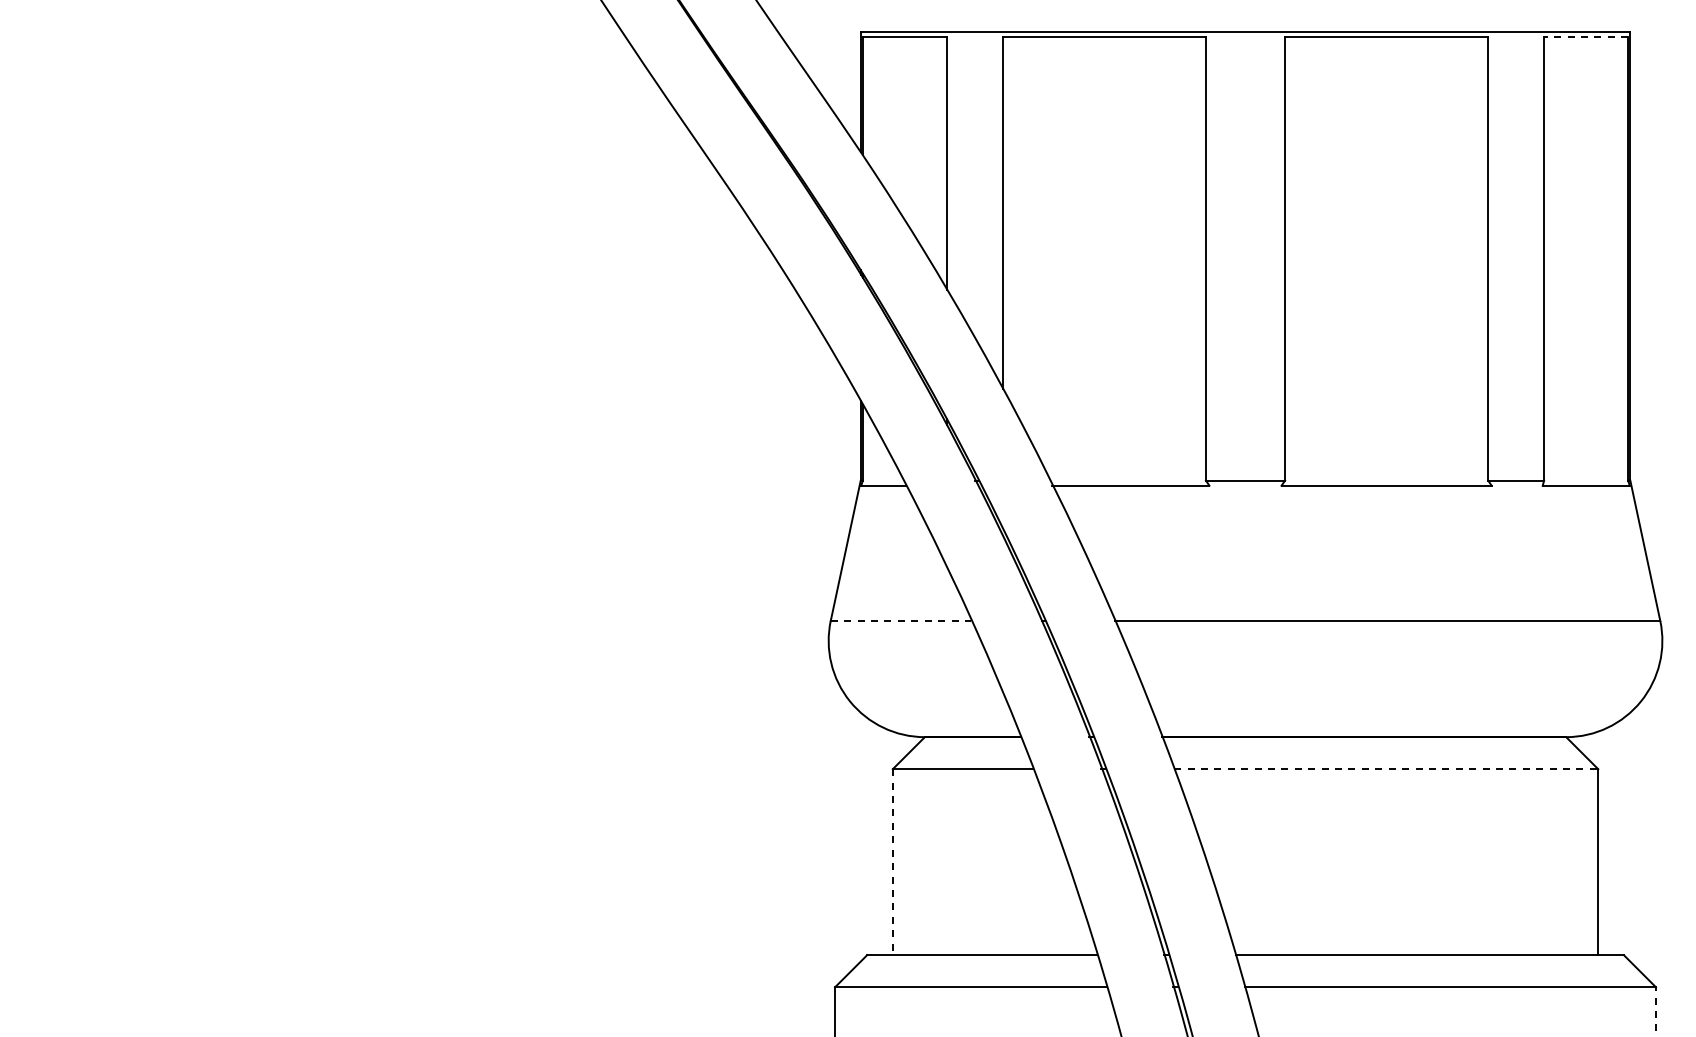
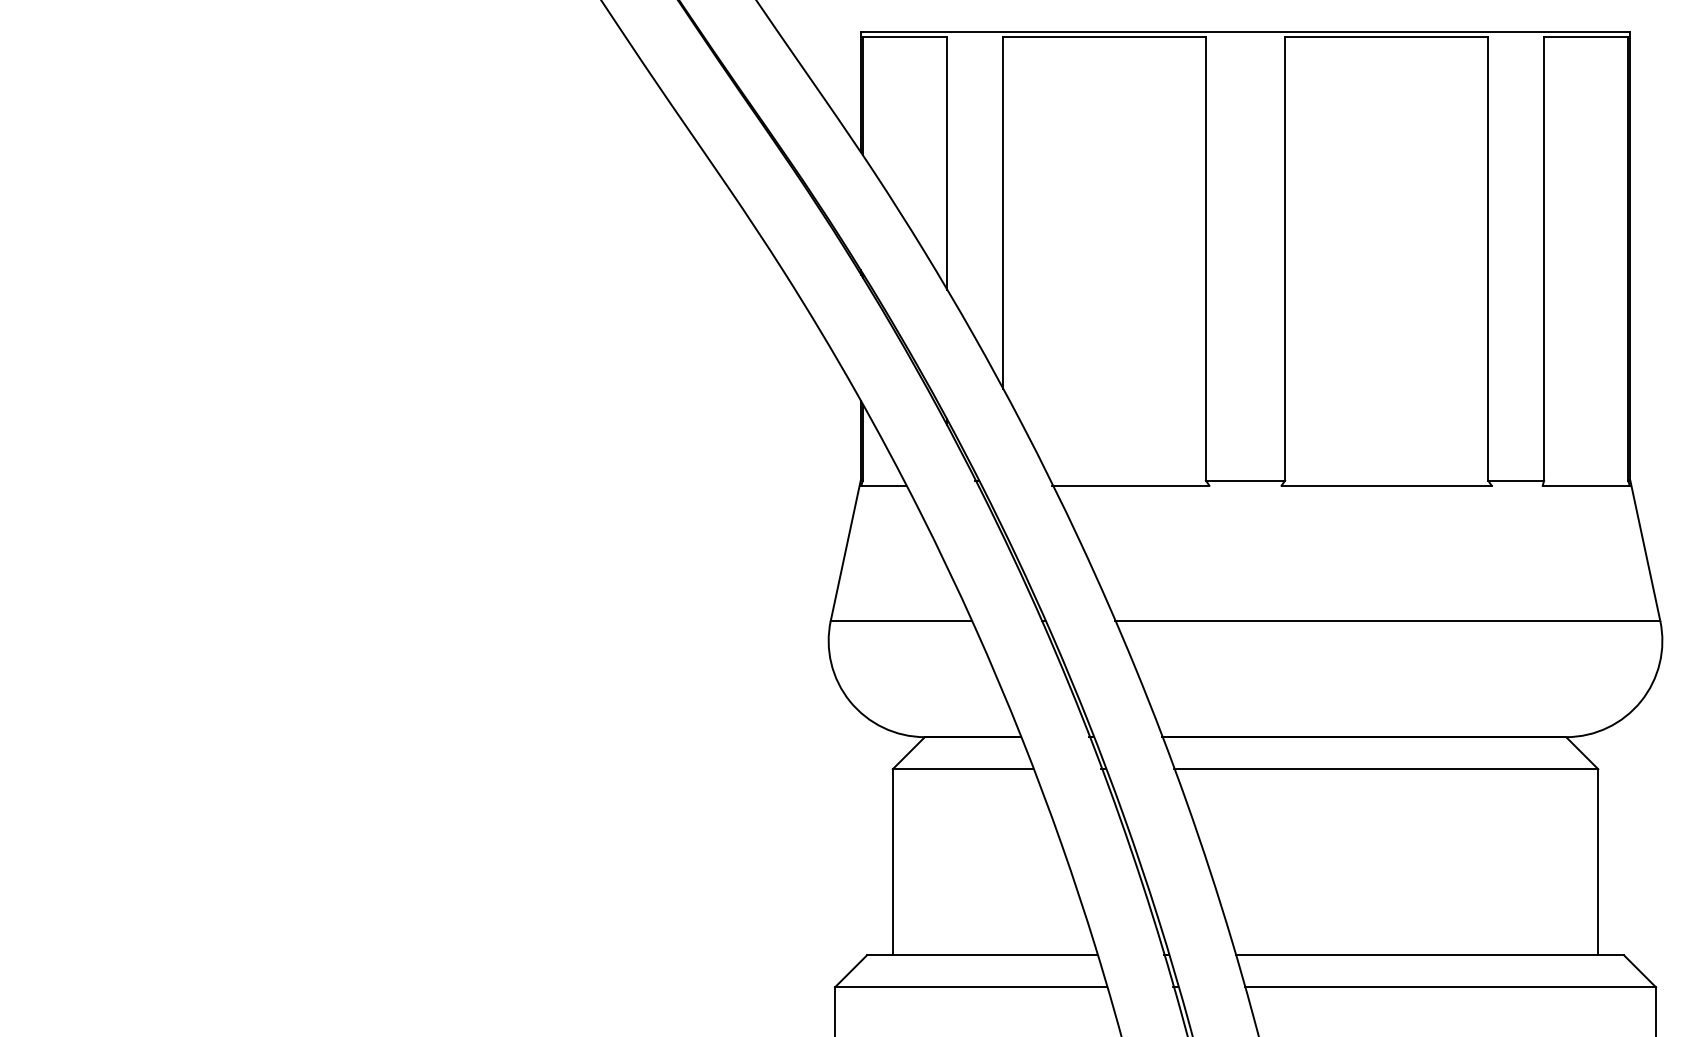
line at (1585, 36): dashed -> solid
line at (901, 620): dashed -> solid
line at (1386, 769): dashed -> solid
line at (892, 862): dashed -> solid
line at (1655, 1011): dashed -> solid
